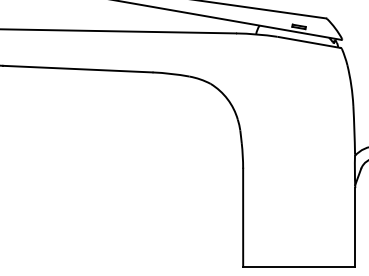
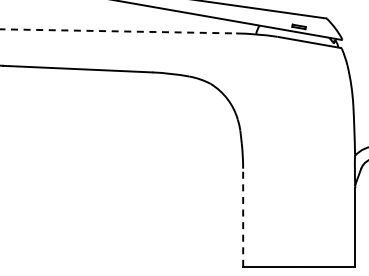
line at (118, 31): solid -> dashed
line at (243, 217): solid -> dashed
